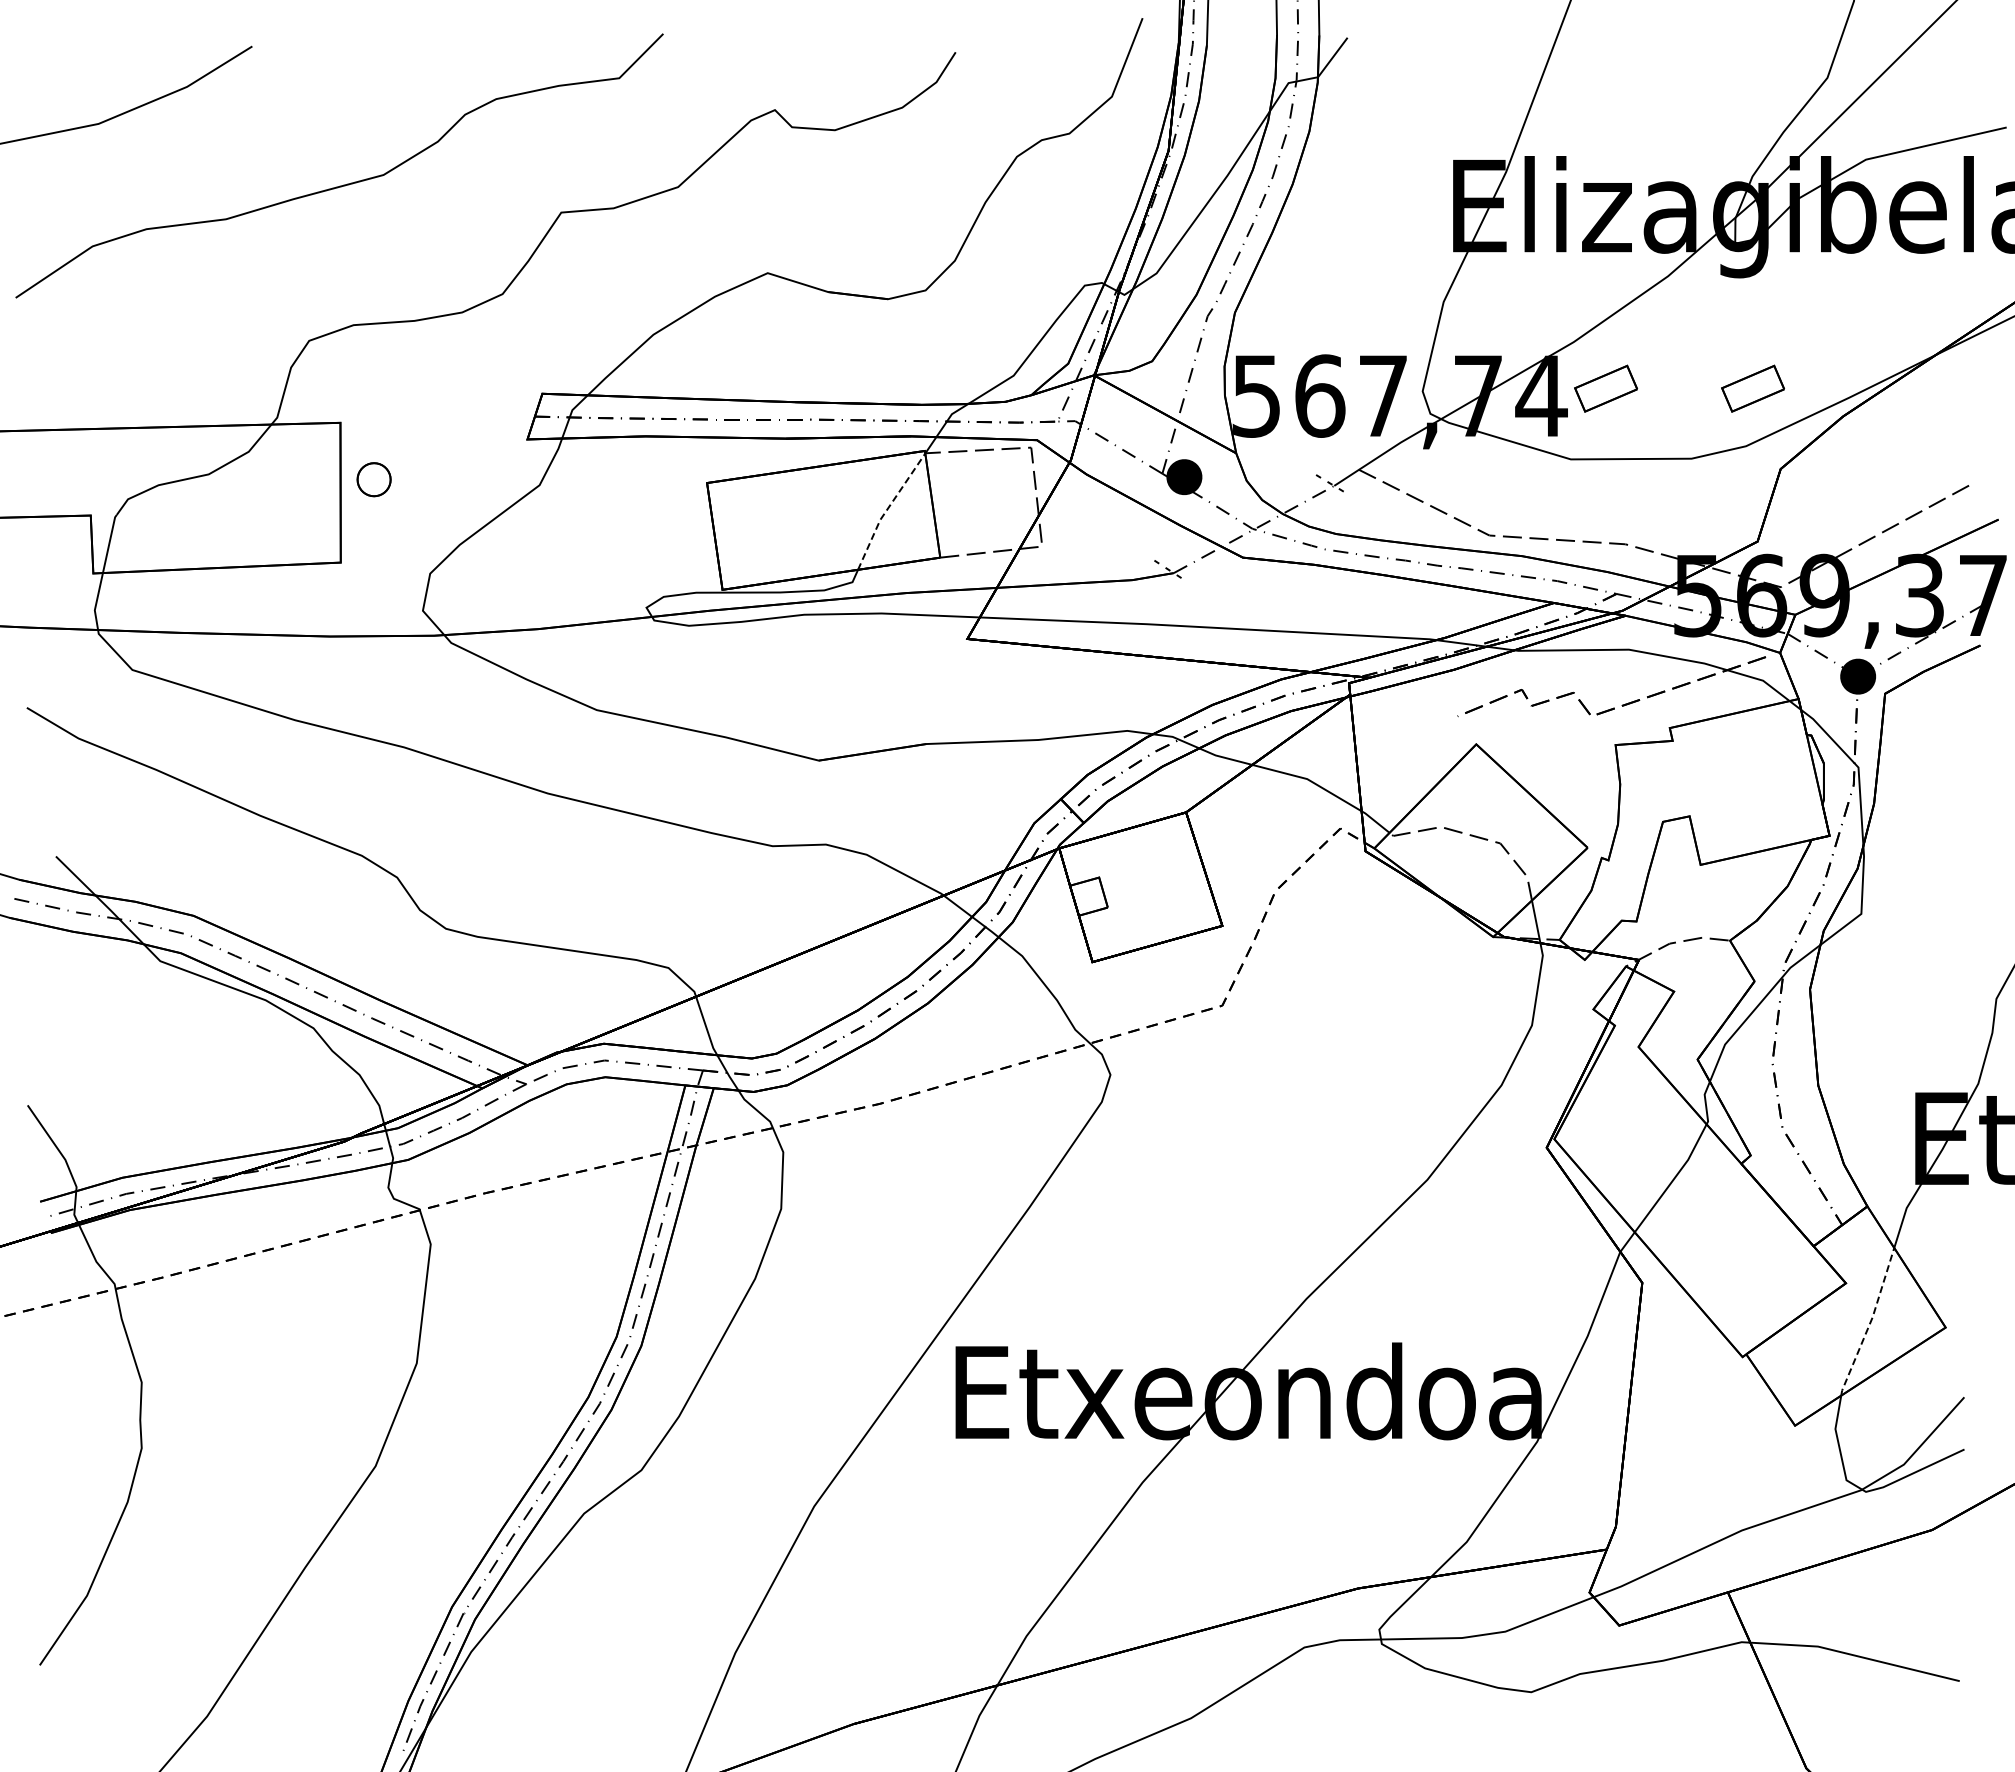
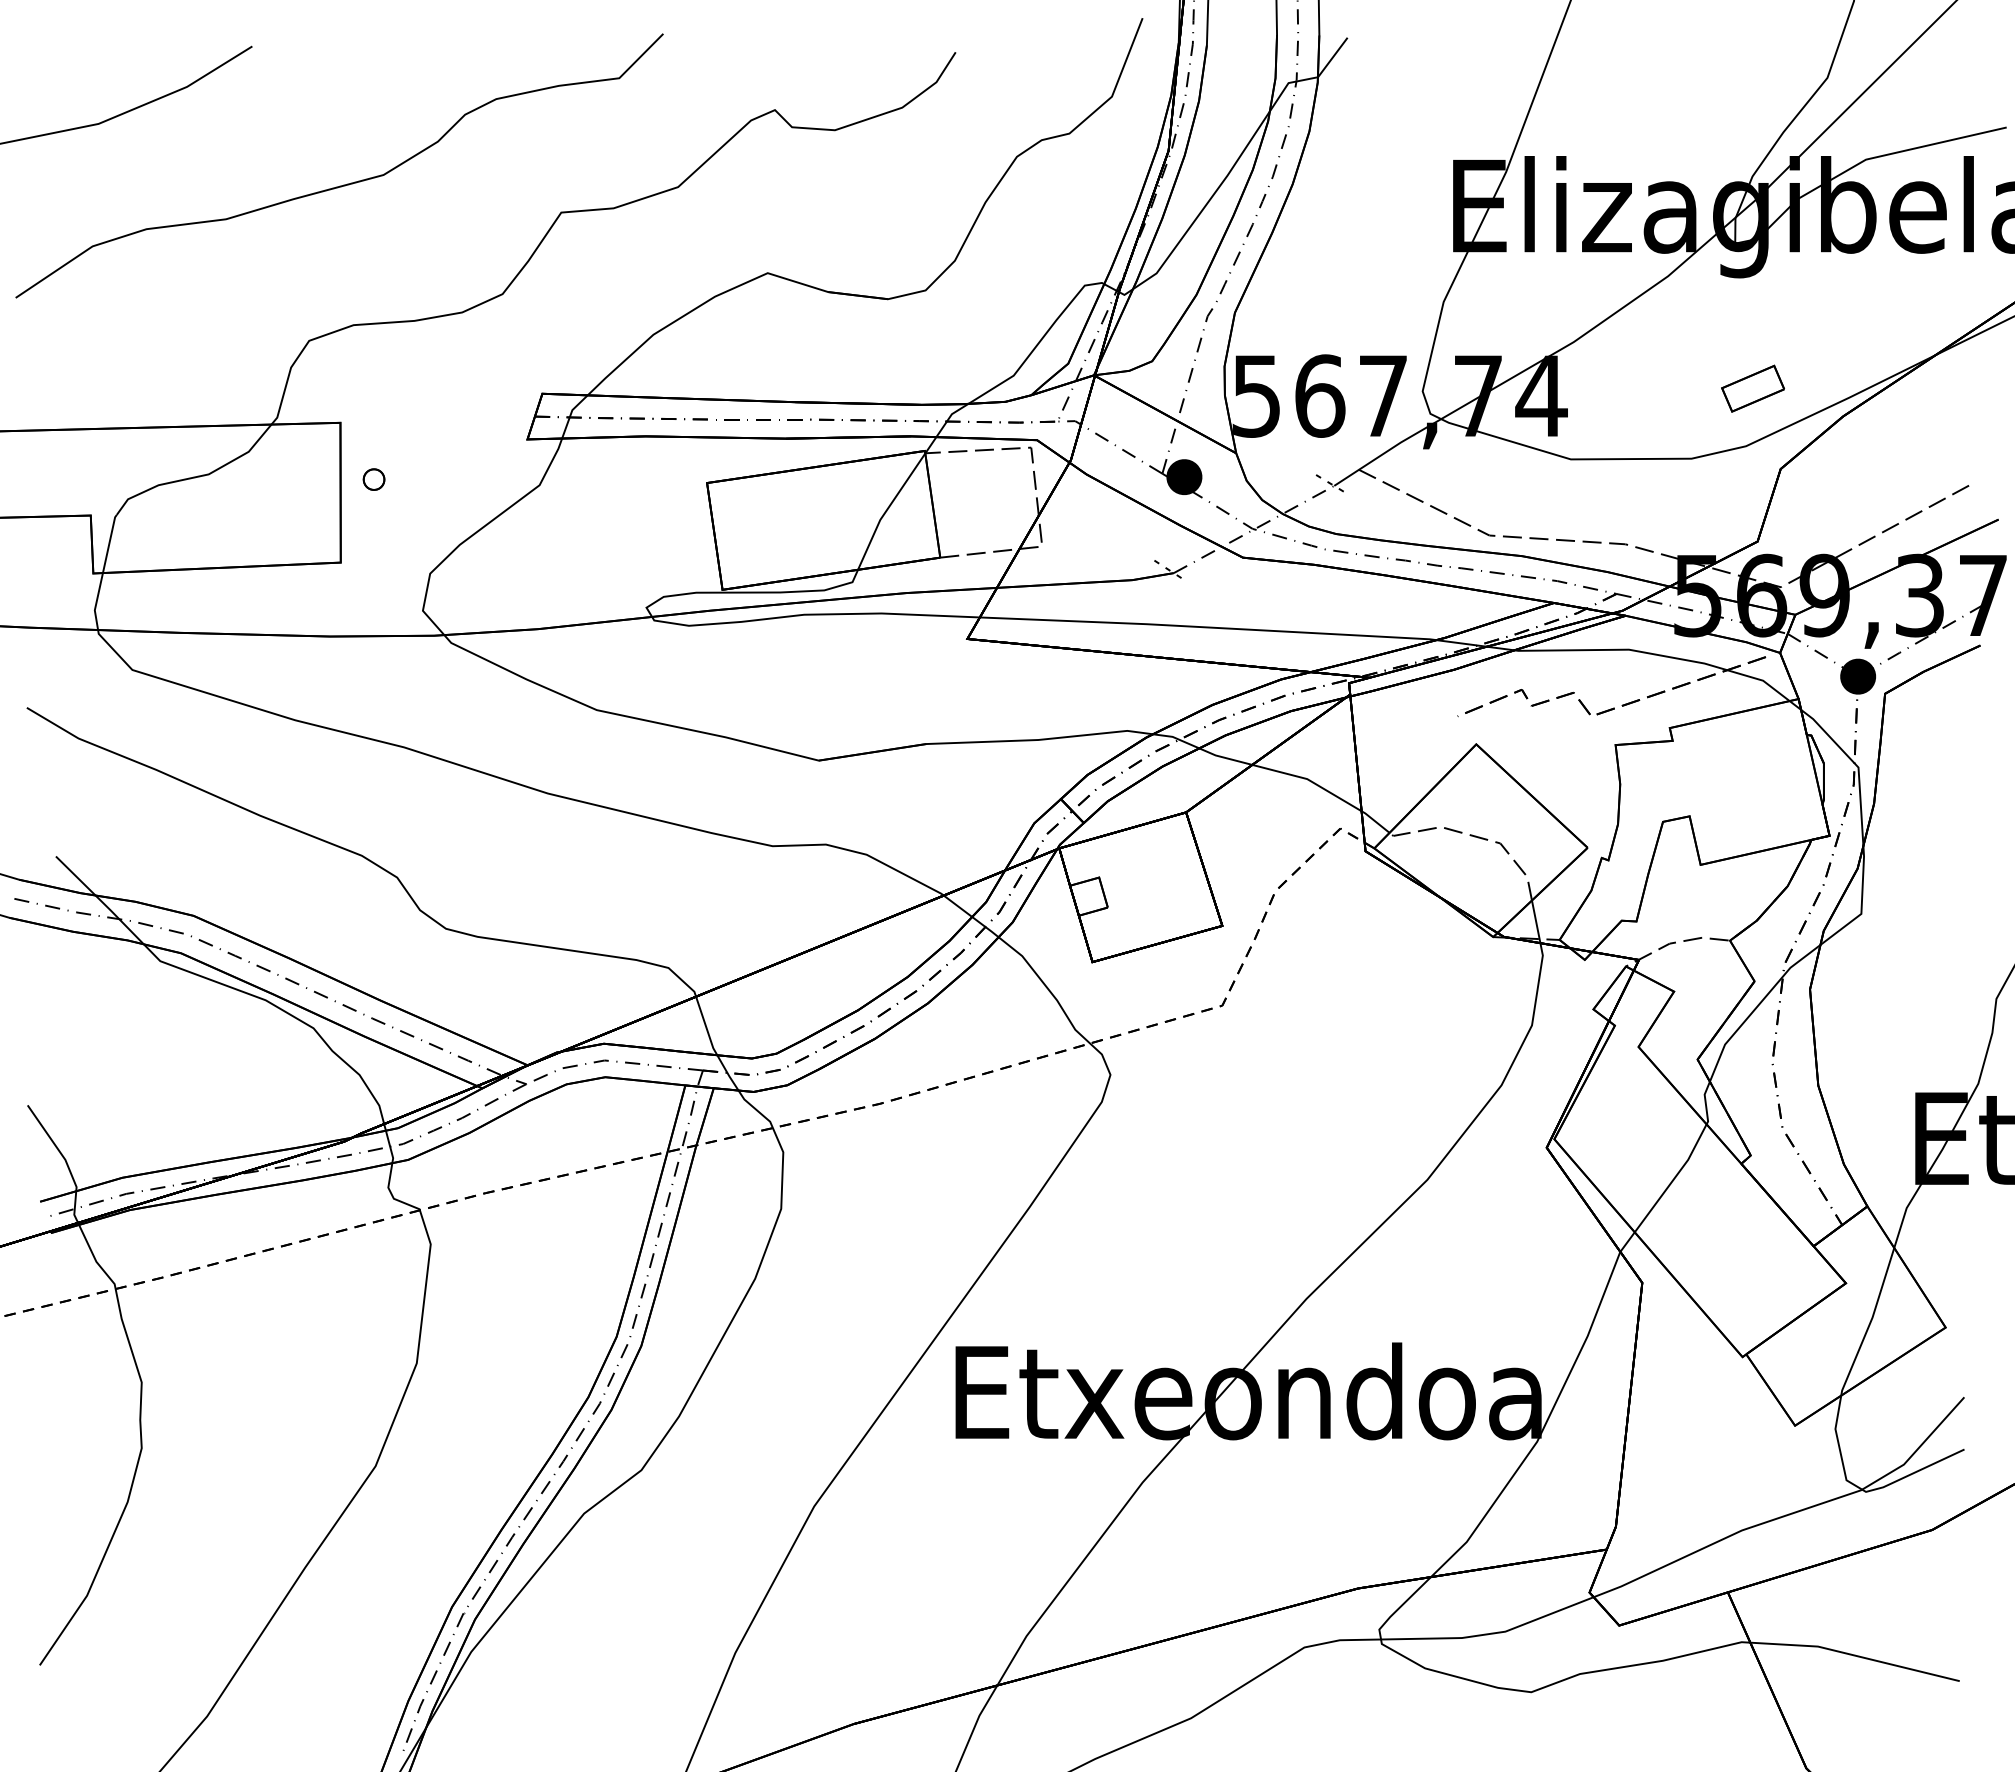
part at (1605, 388): present -> none
part at (373, 479) size: 36x36 px -> 24x23 px
line at (887, 509): dashed -> solid
line at (1870, 1323): dashed -> solid
